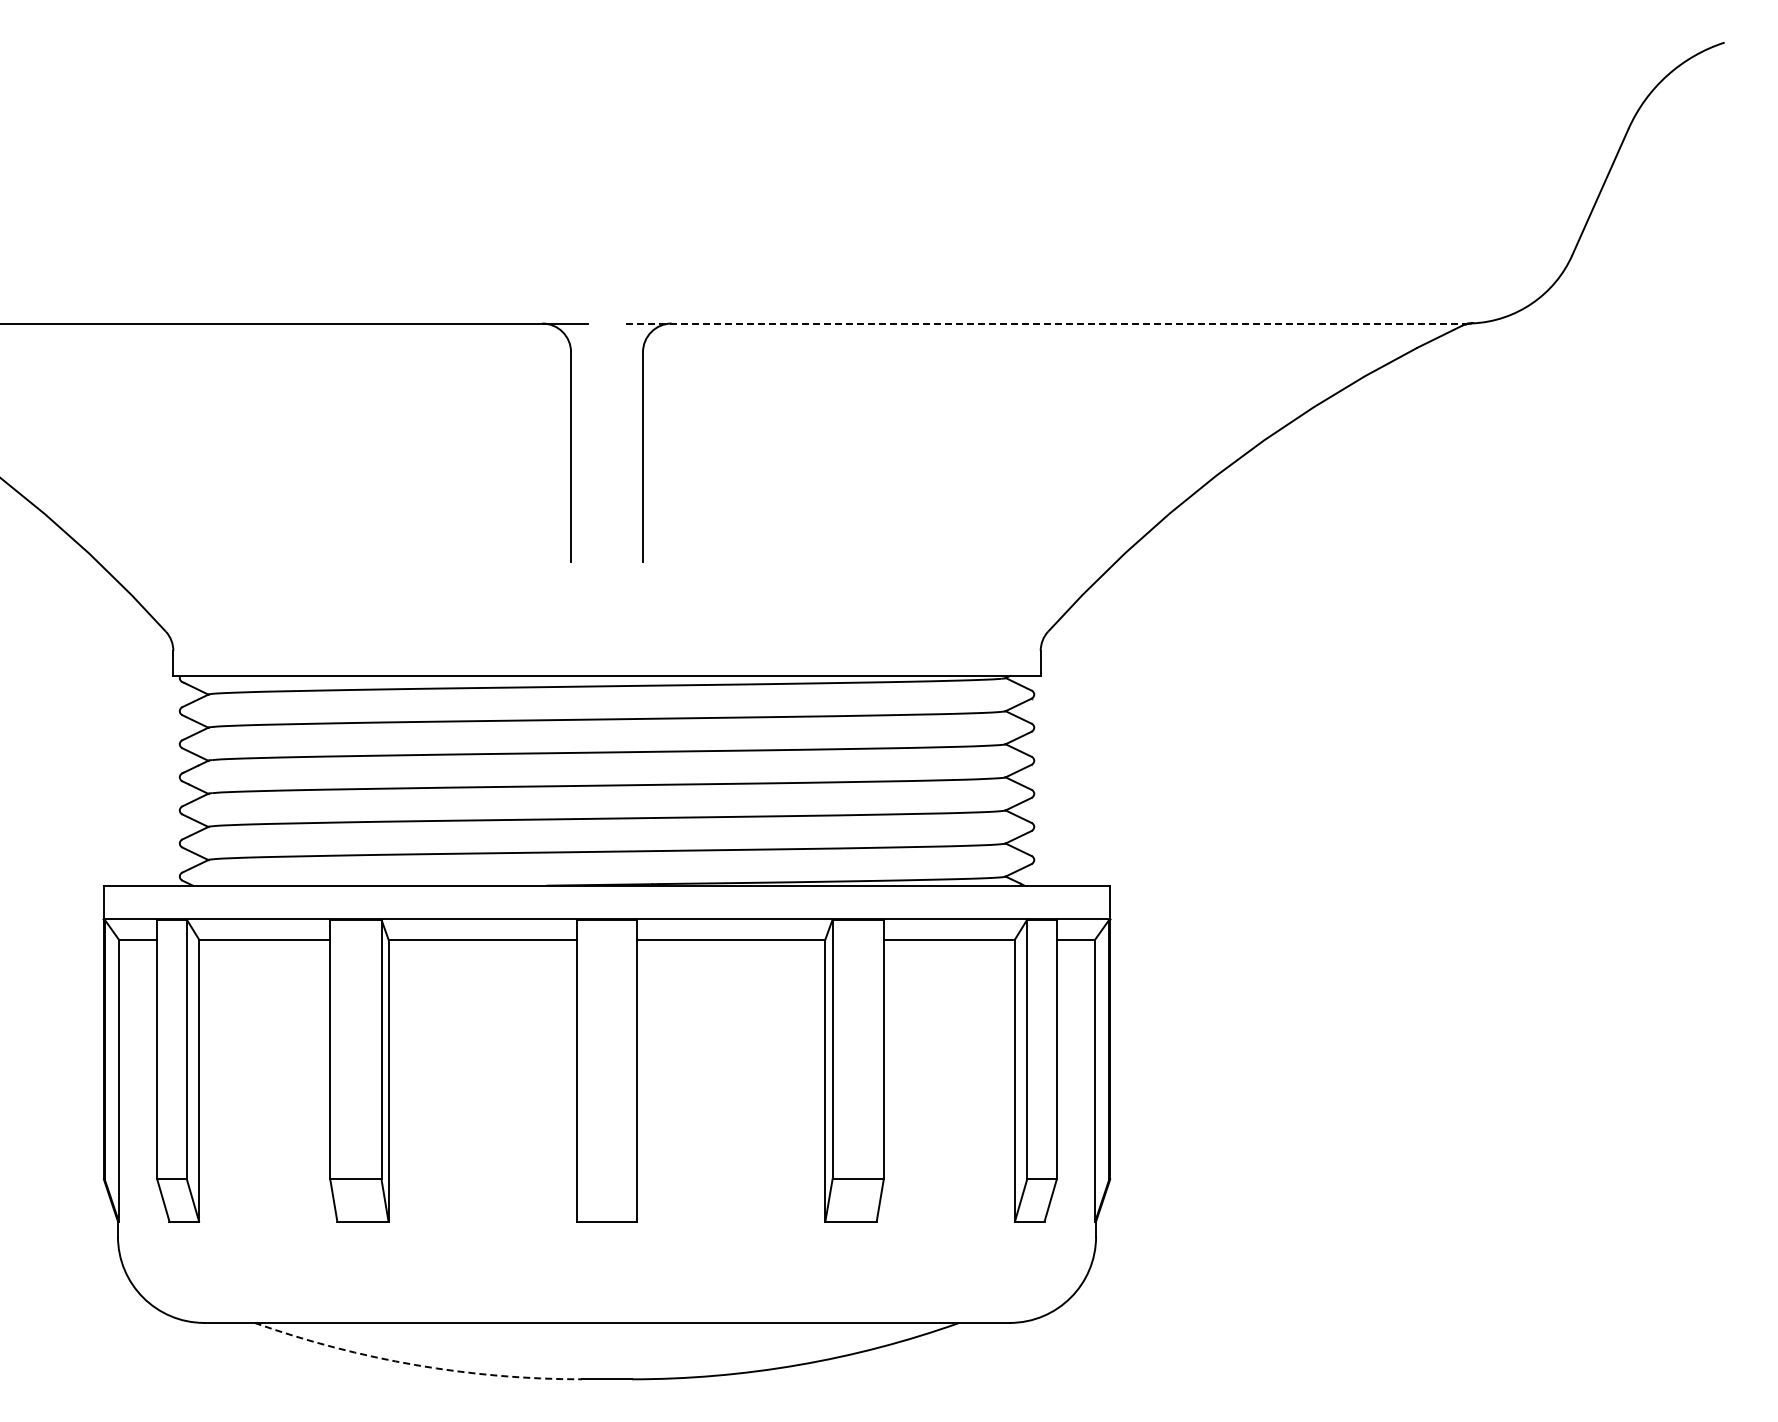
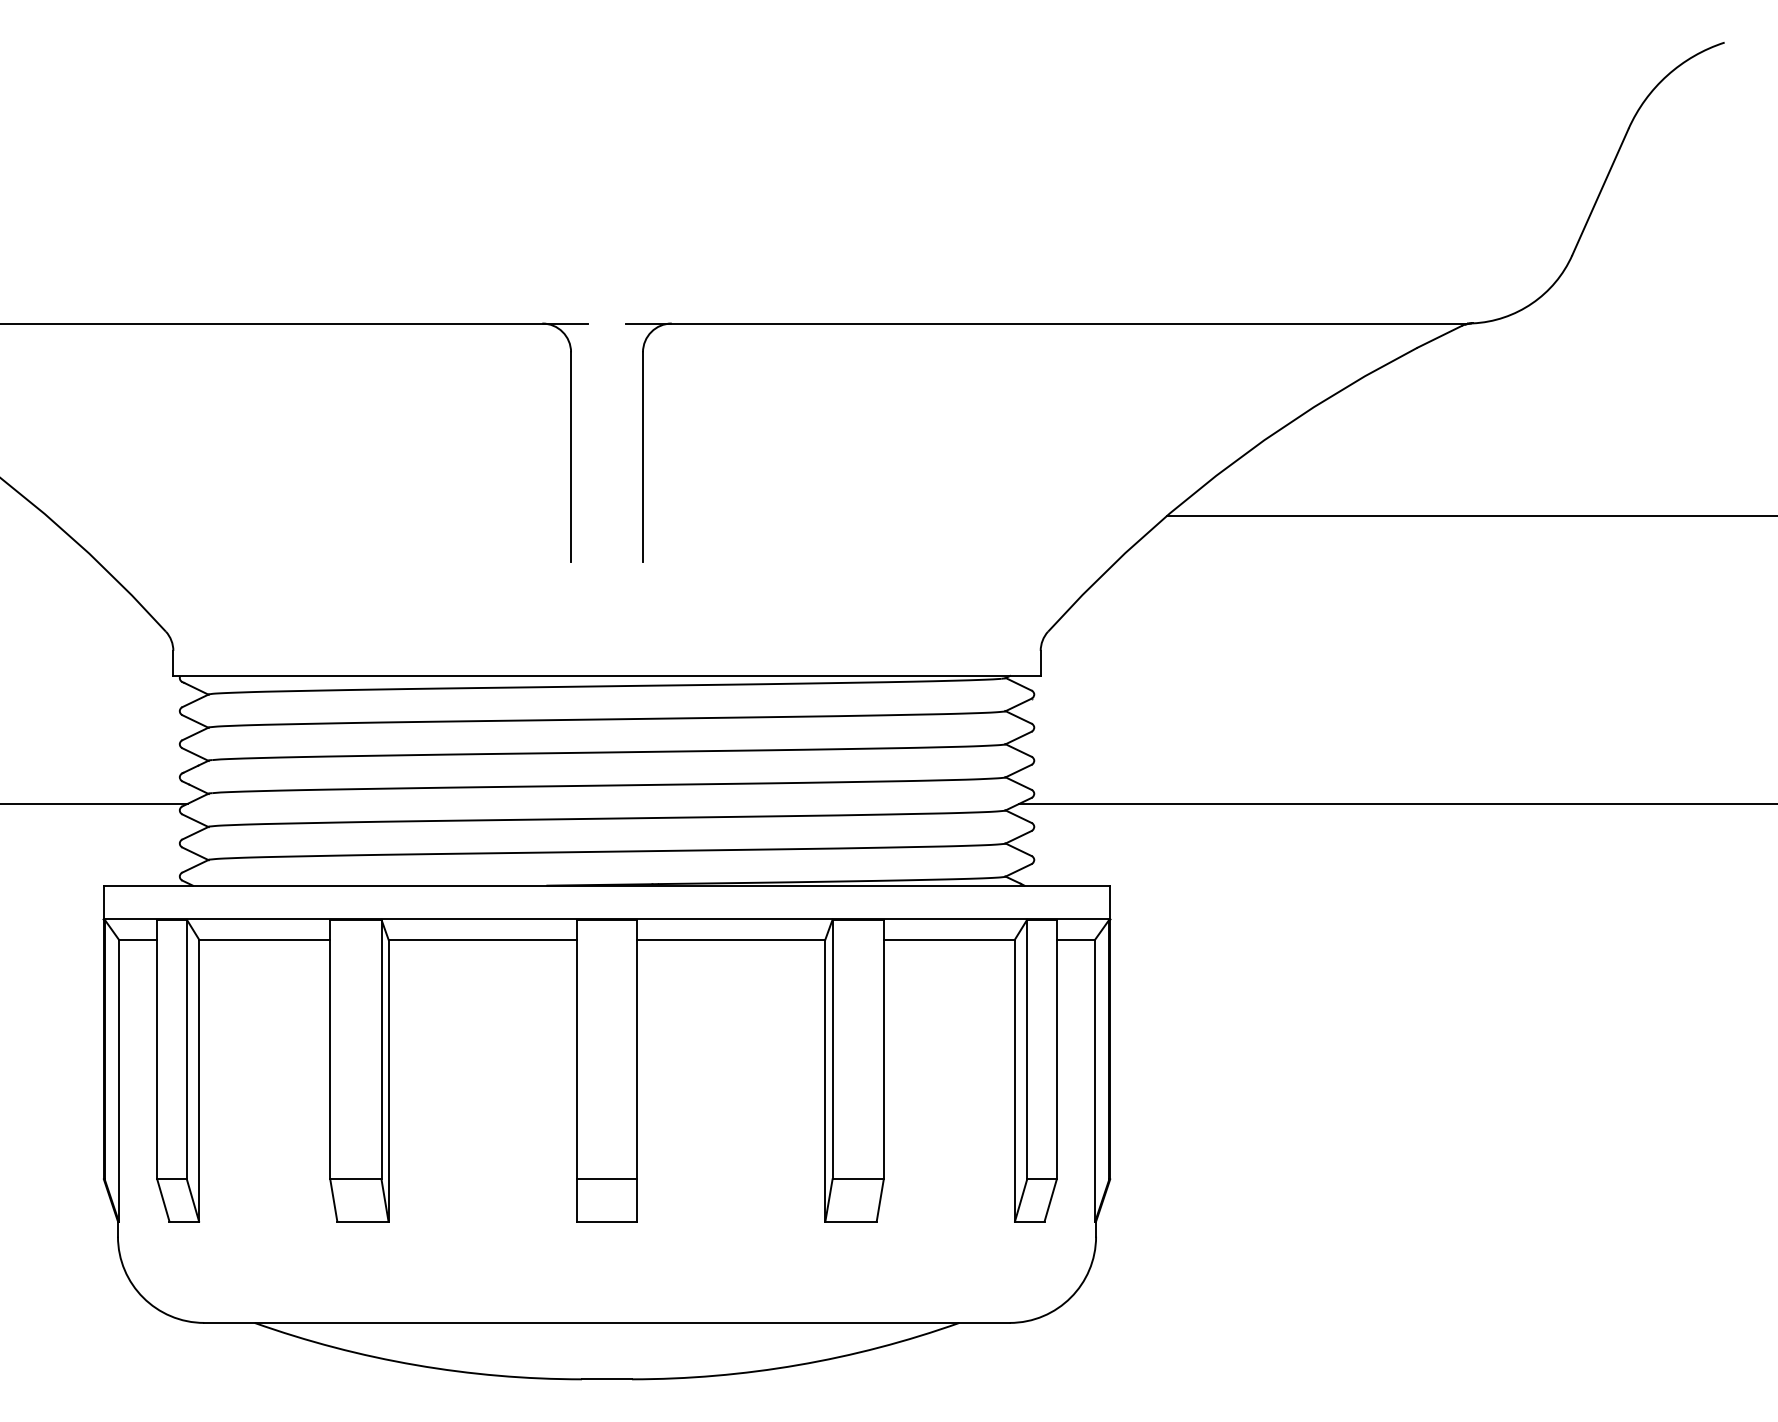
line at (1046, 323): dashed -> solid
line at (1470, 516): none -> present
line at (94, 803): none -> present
line at (1396, 803): none -> present
line at (606, 1179): none -> present
arc at (415, 1365): dashed -> solid
